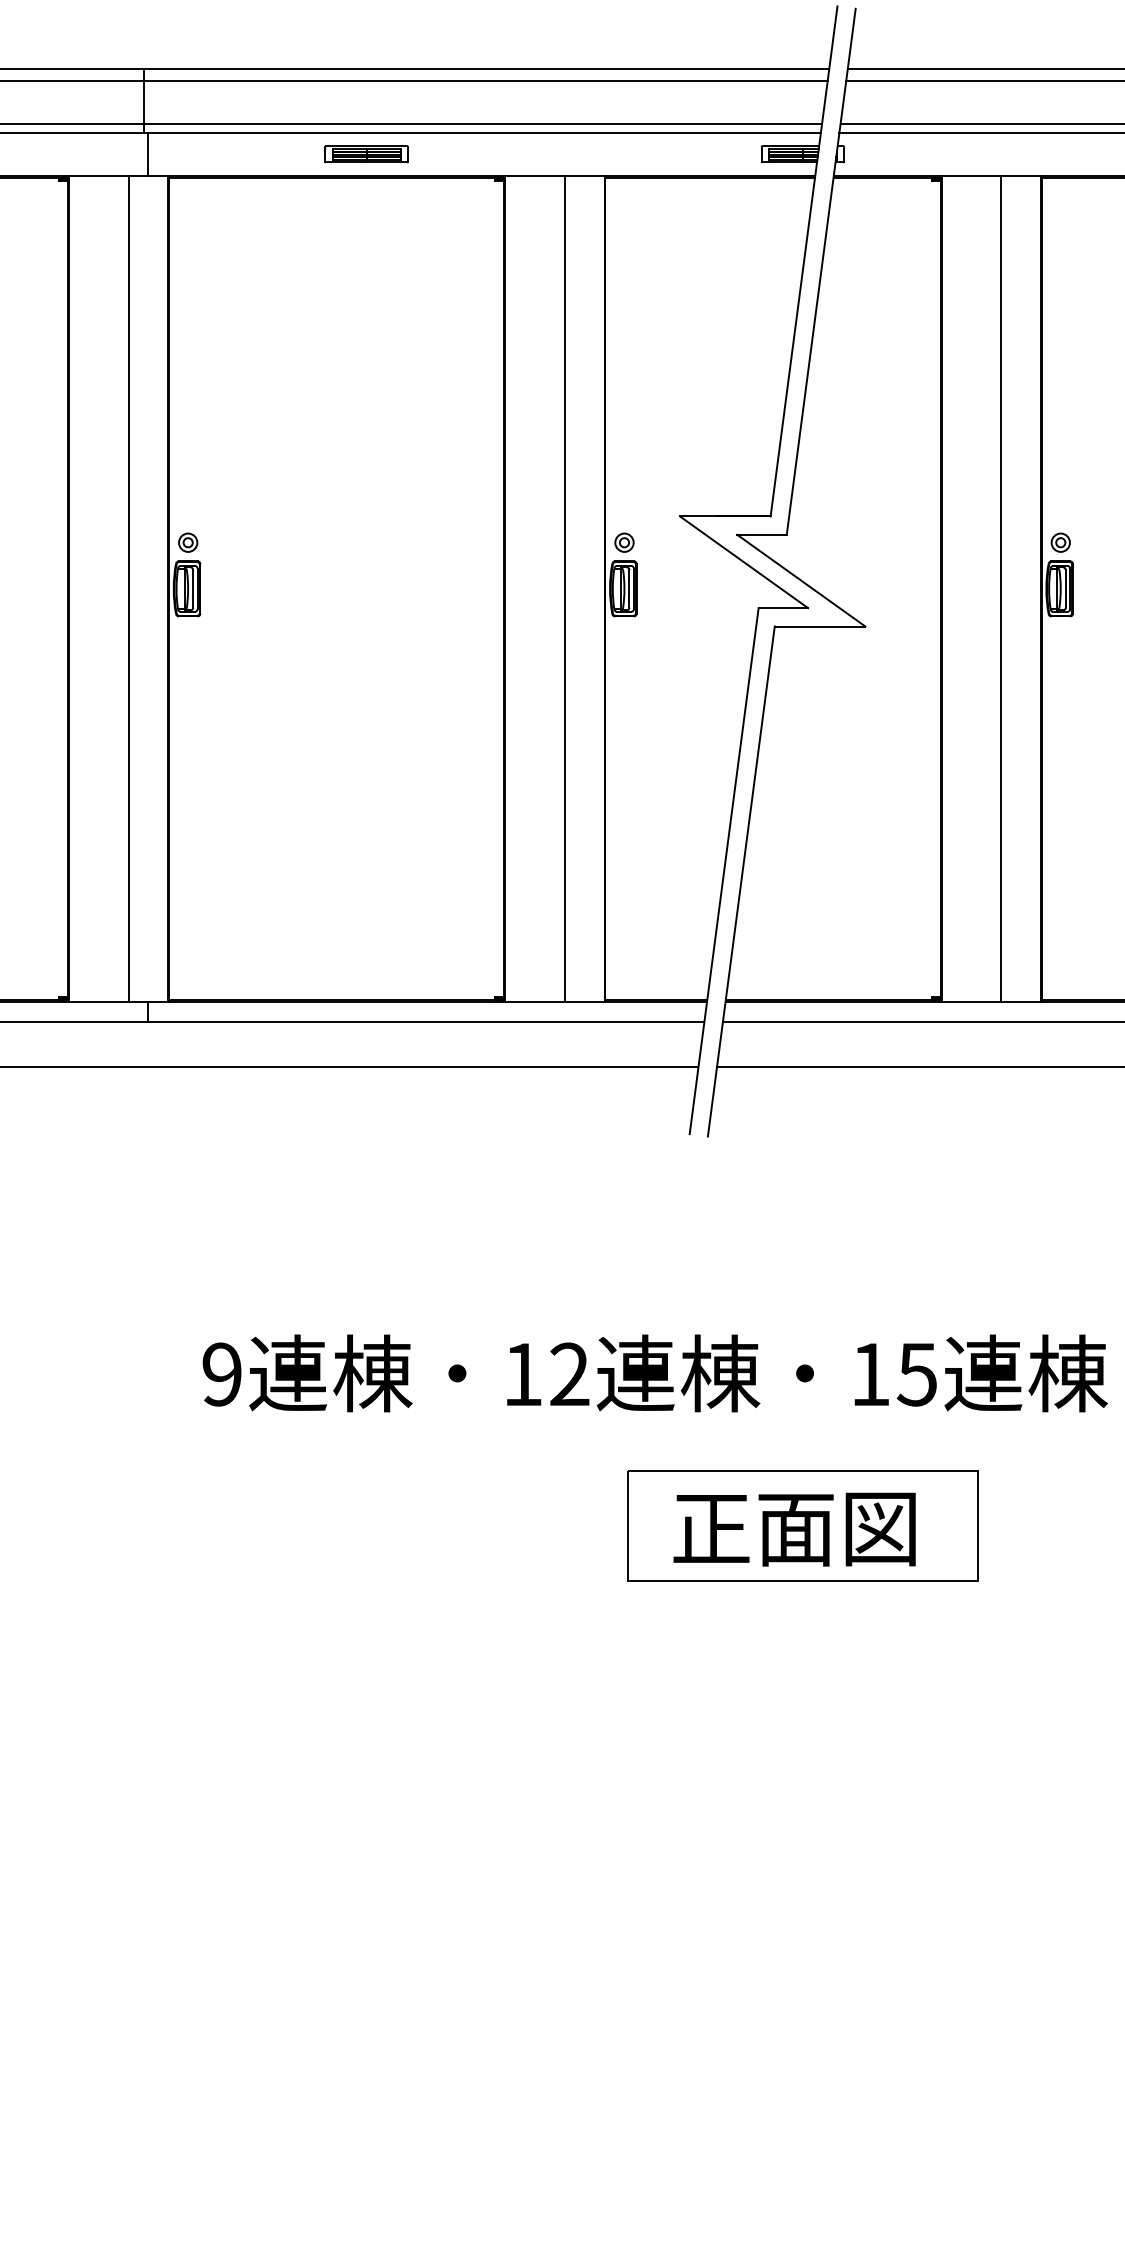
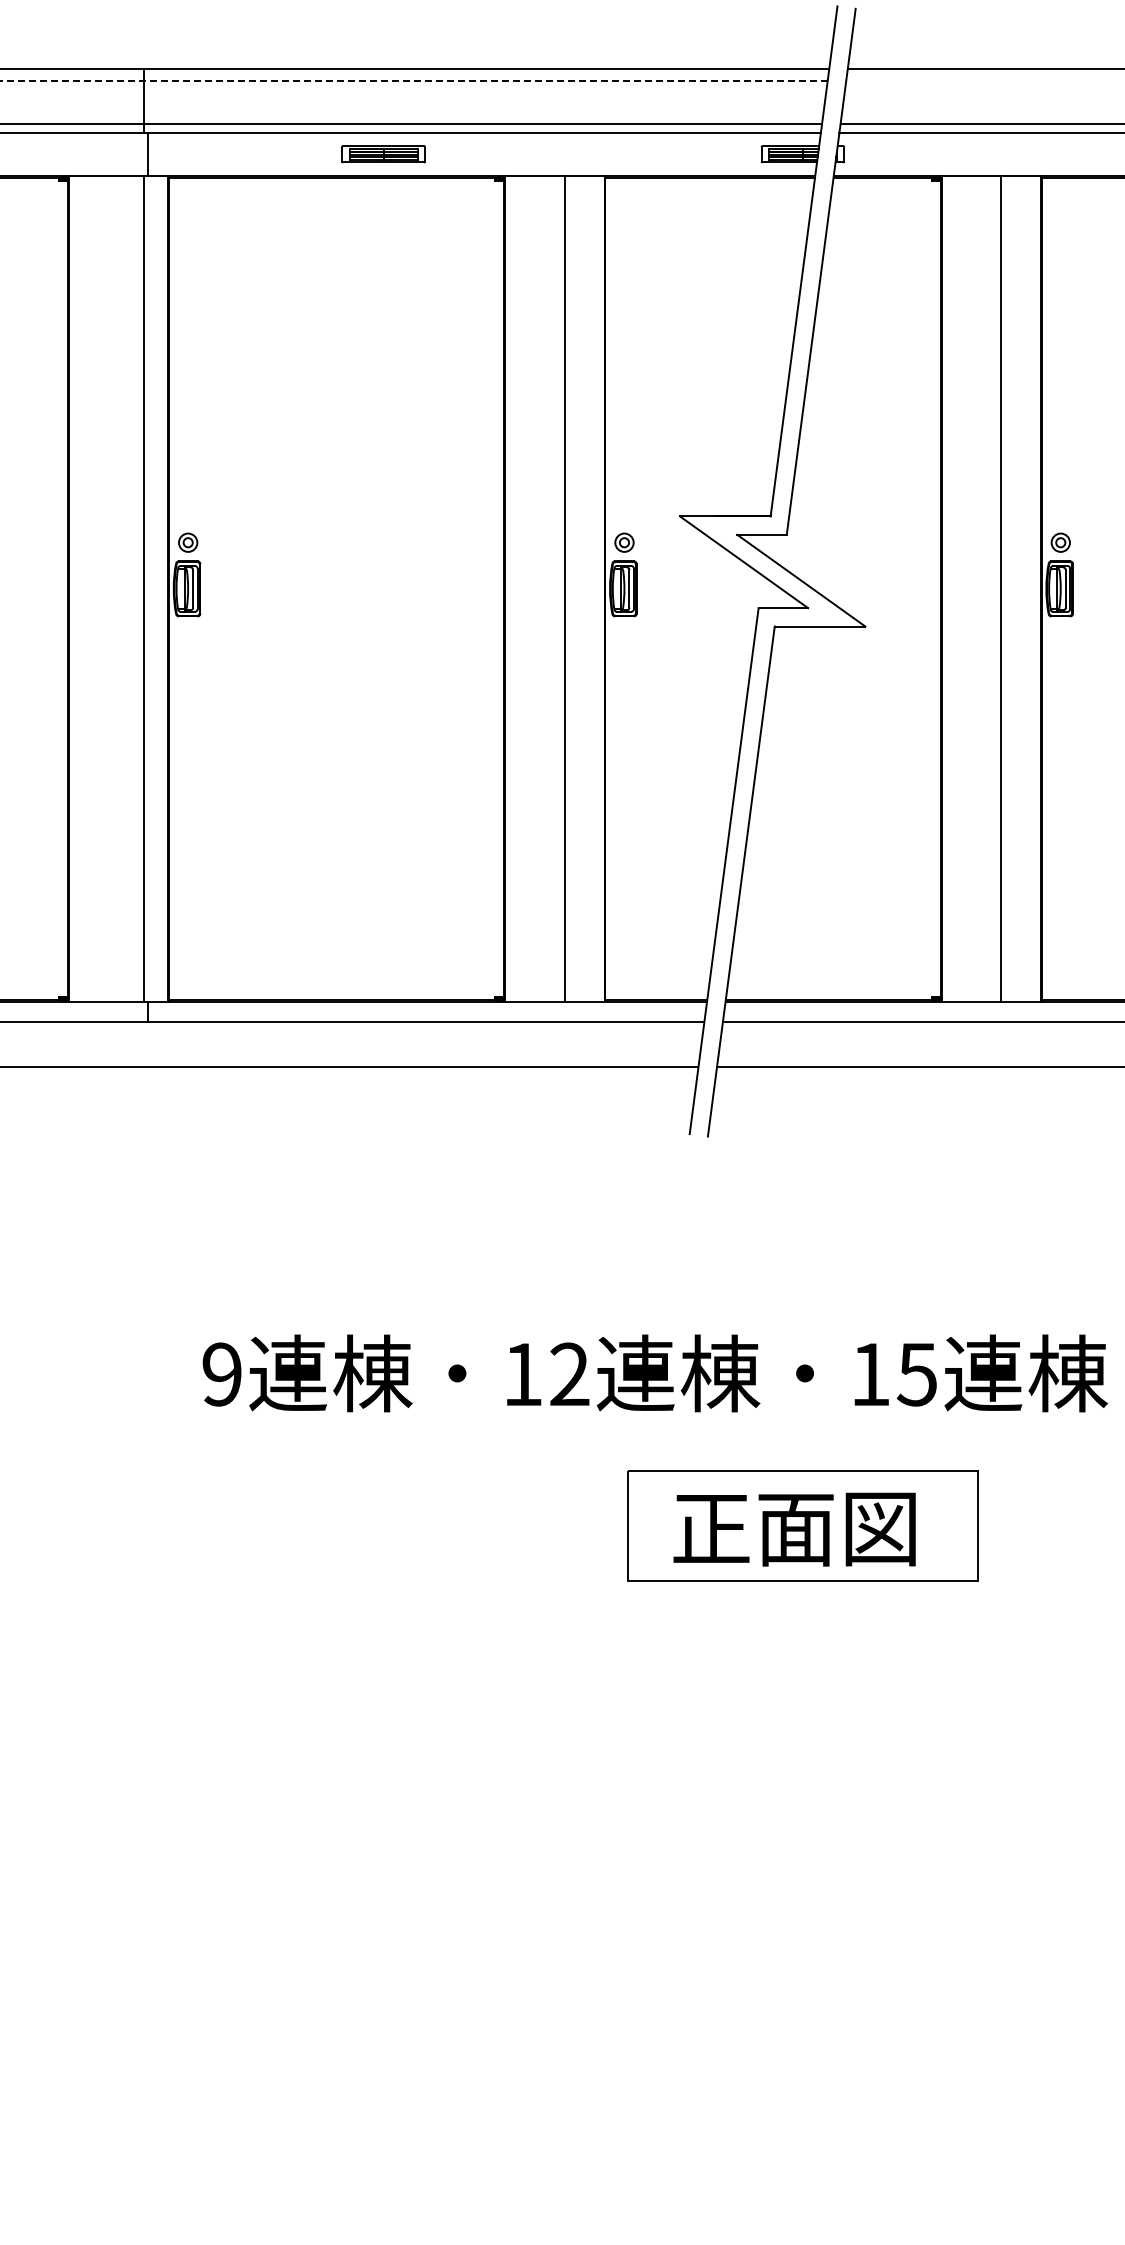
line at (413, 81): solid -> dashed
line at (983, 81): present -> none
part at (366, 154) position: (366, 154) -> (383, 154)
line at (128, 588) position: (128, 588) -> (143, 588)
